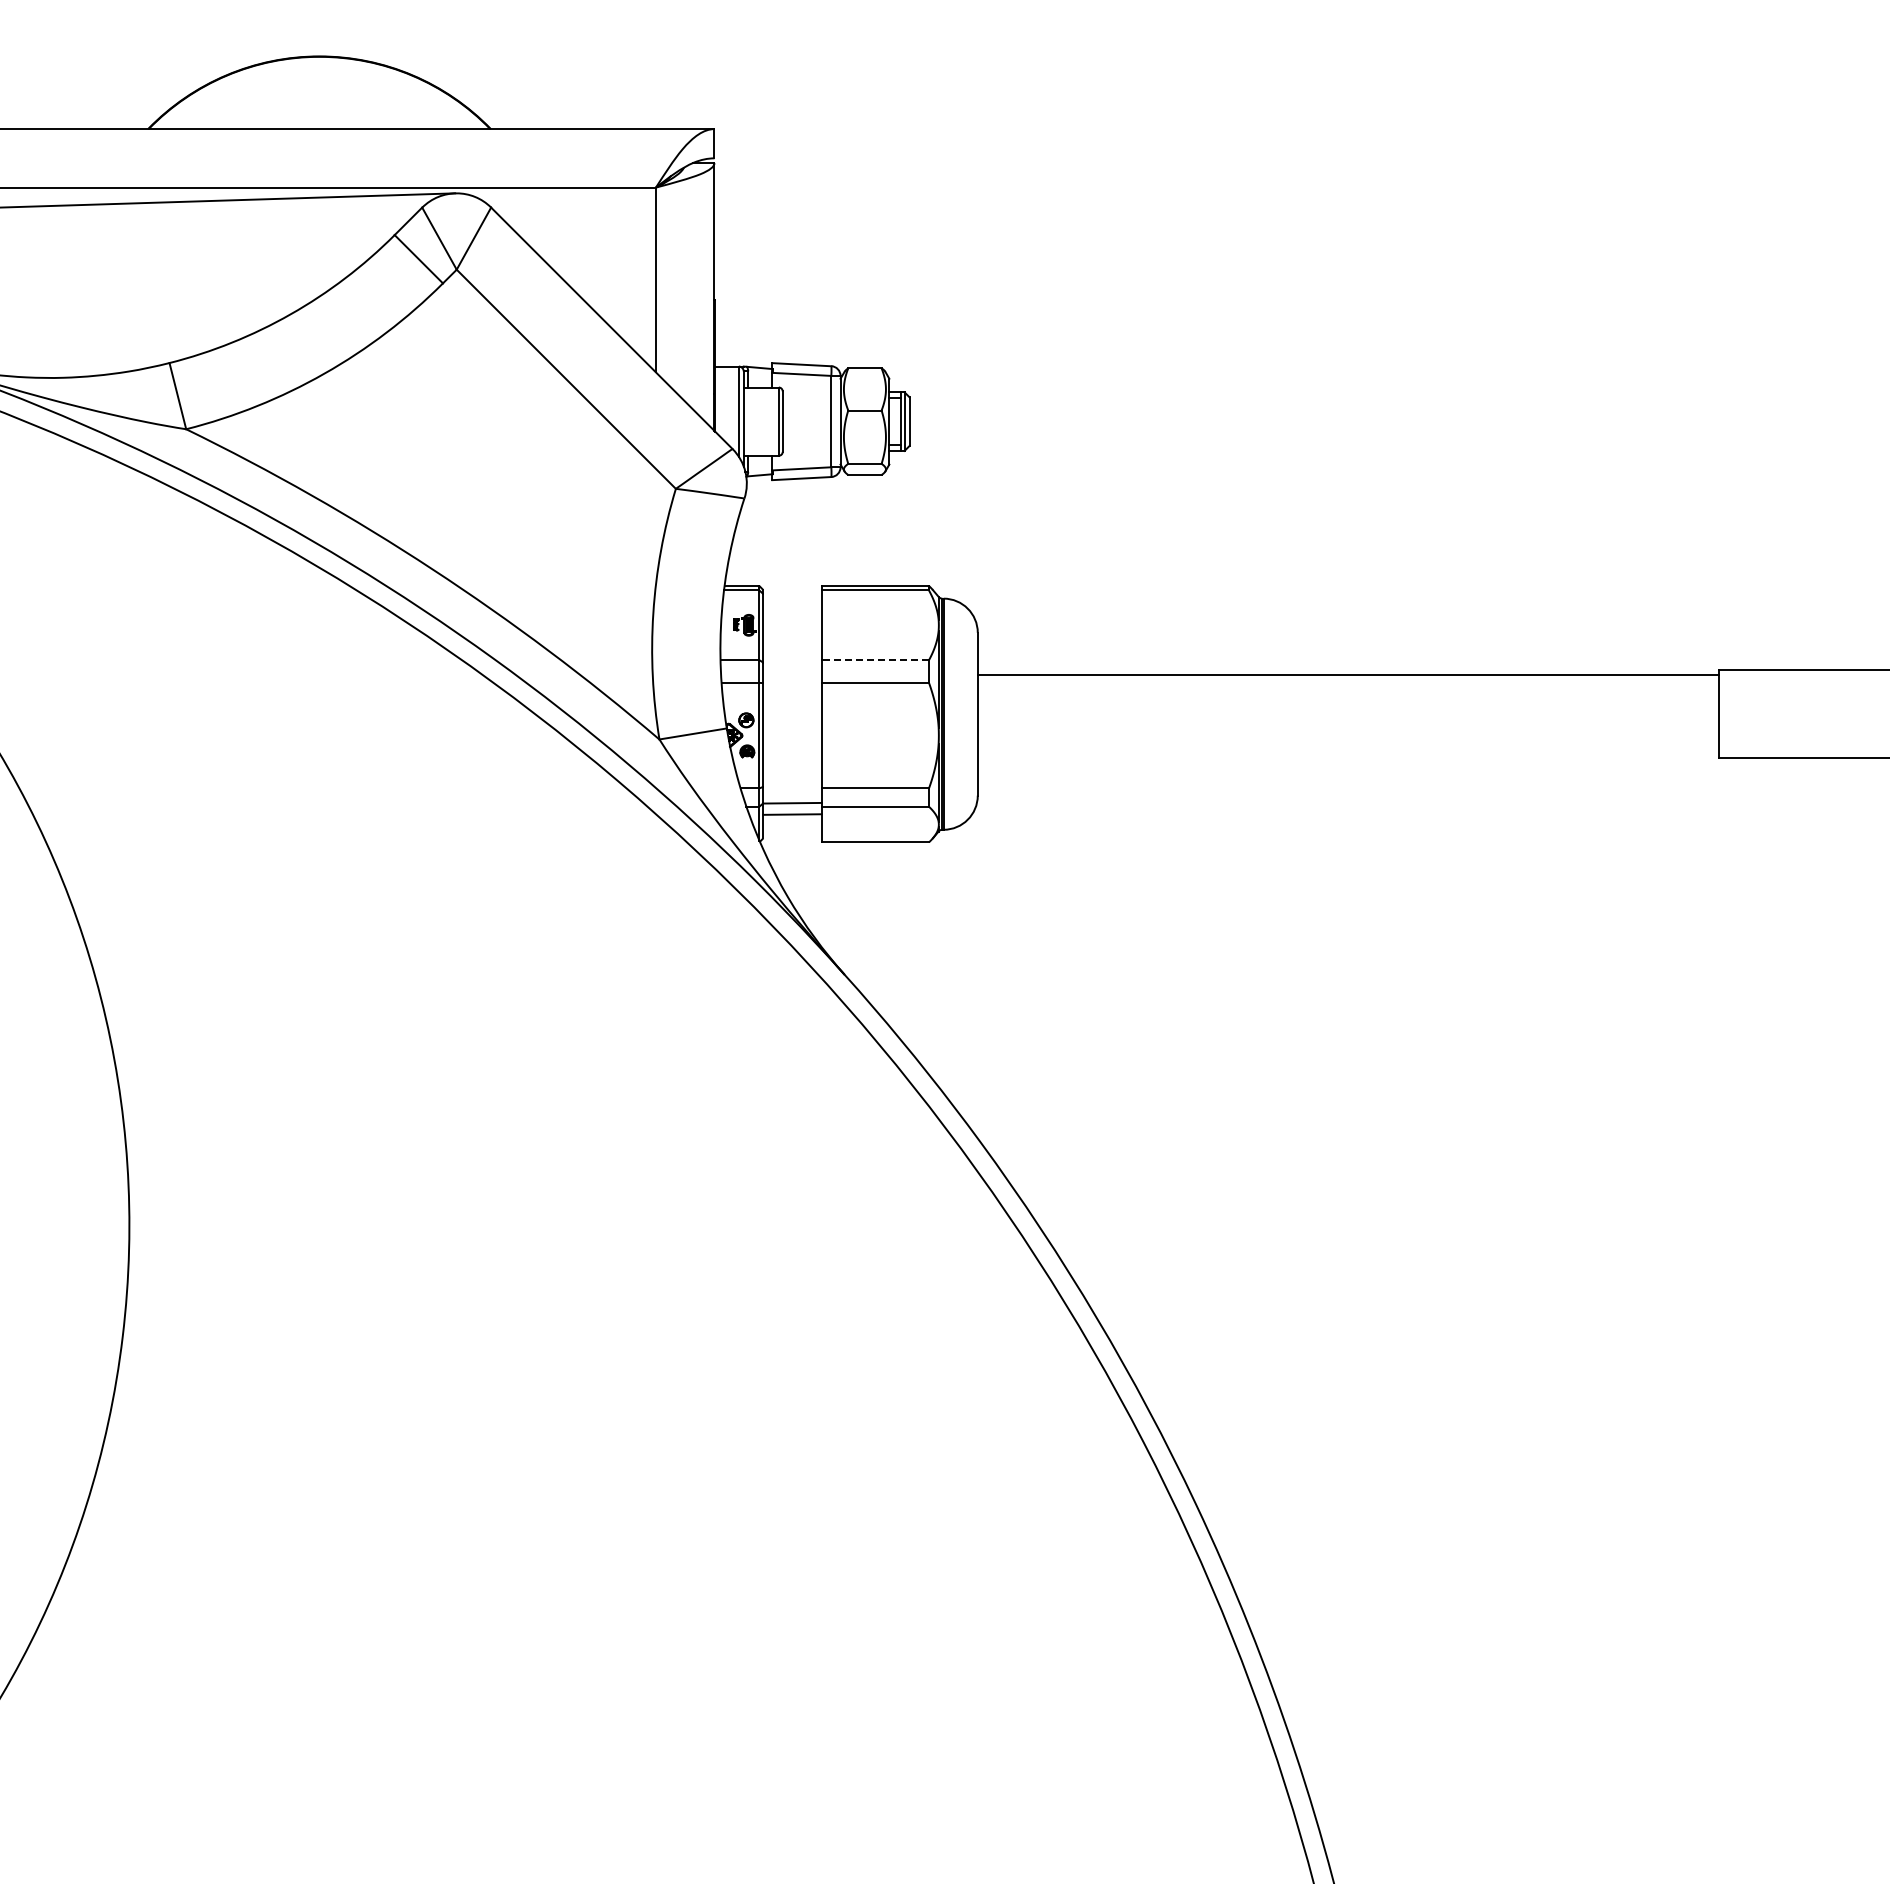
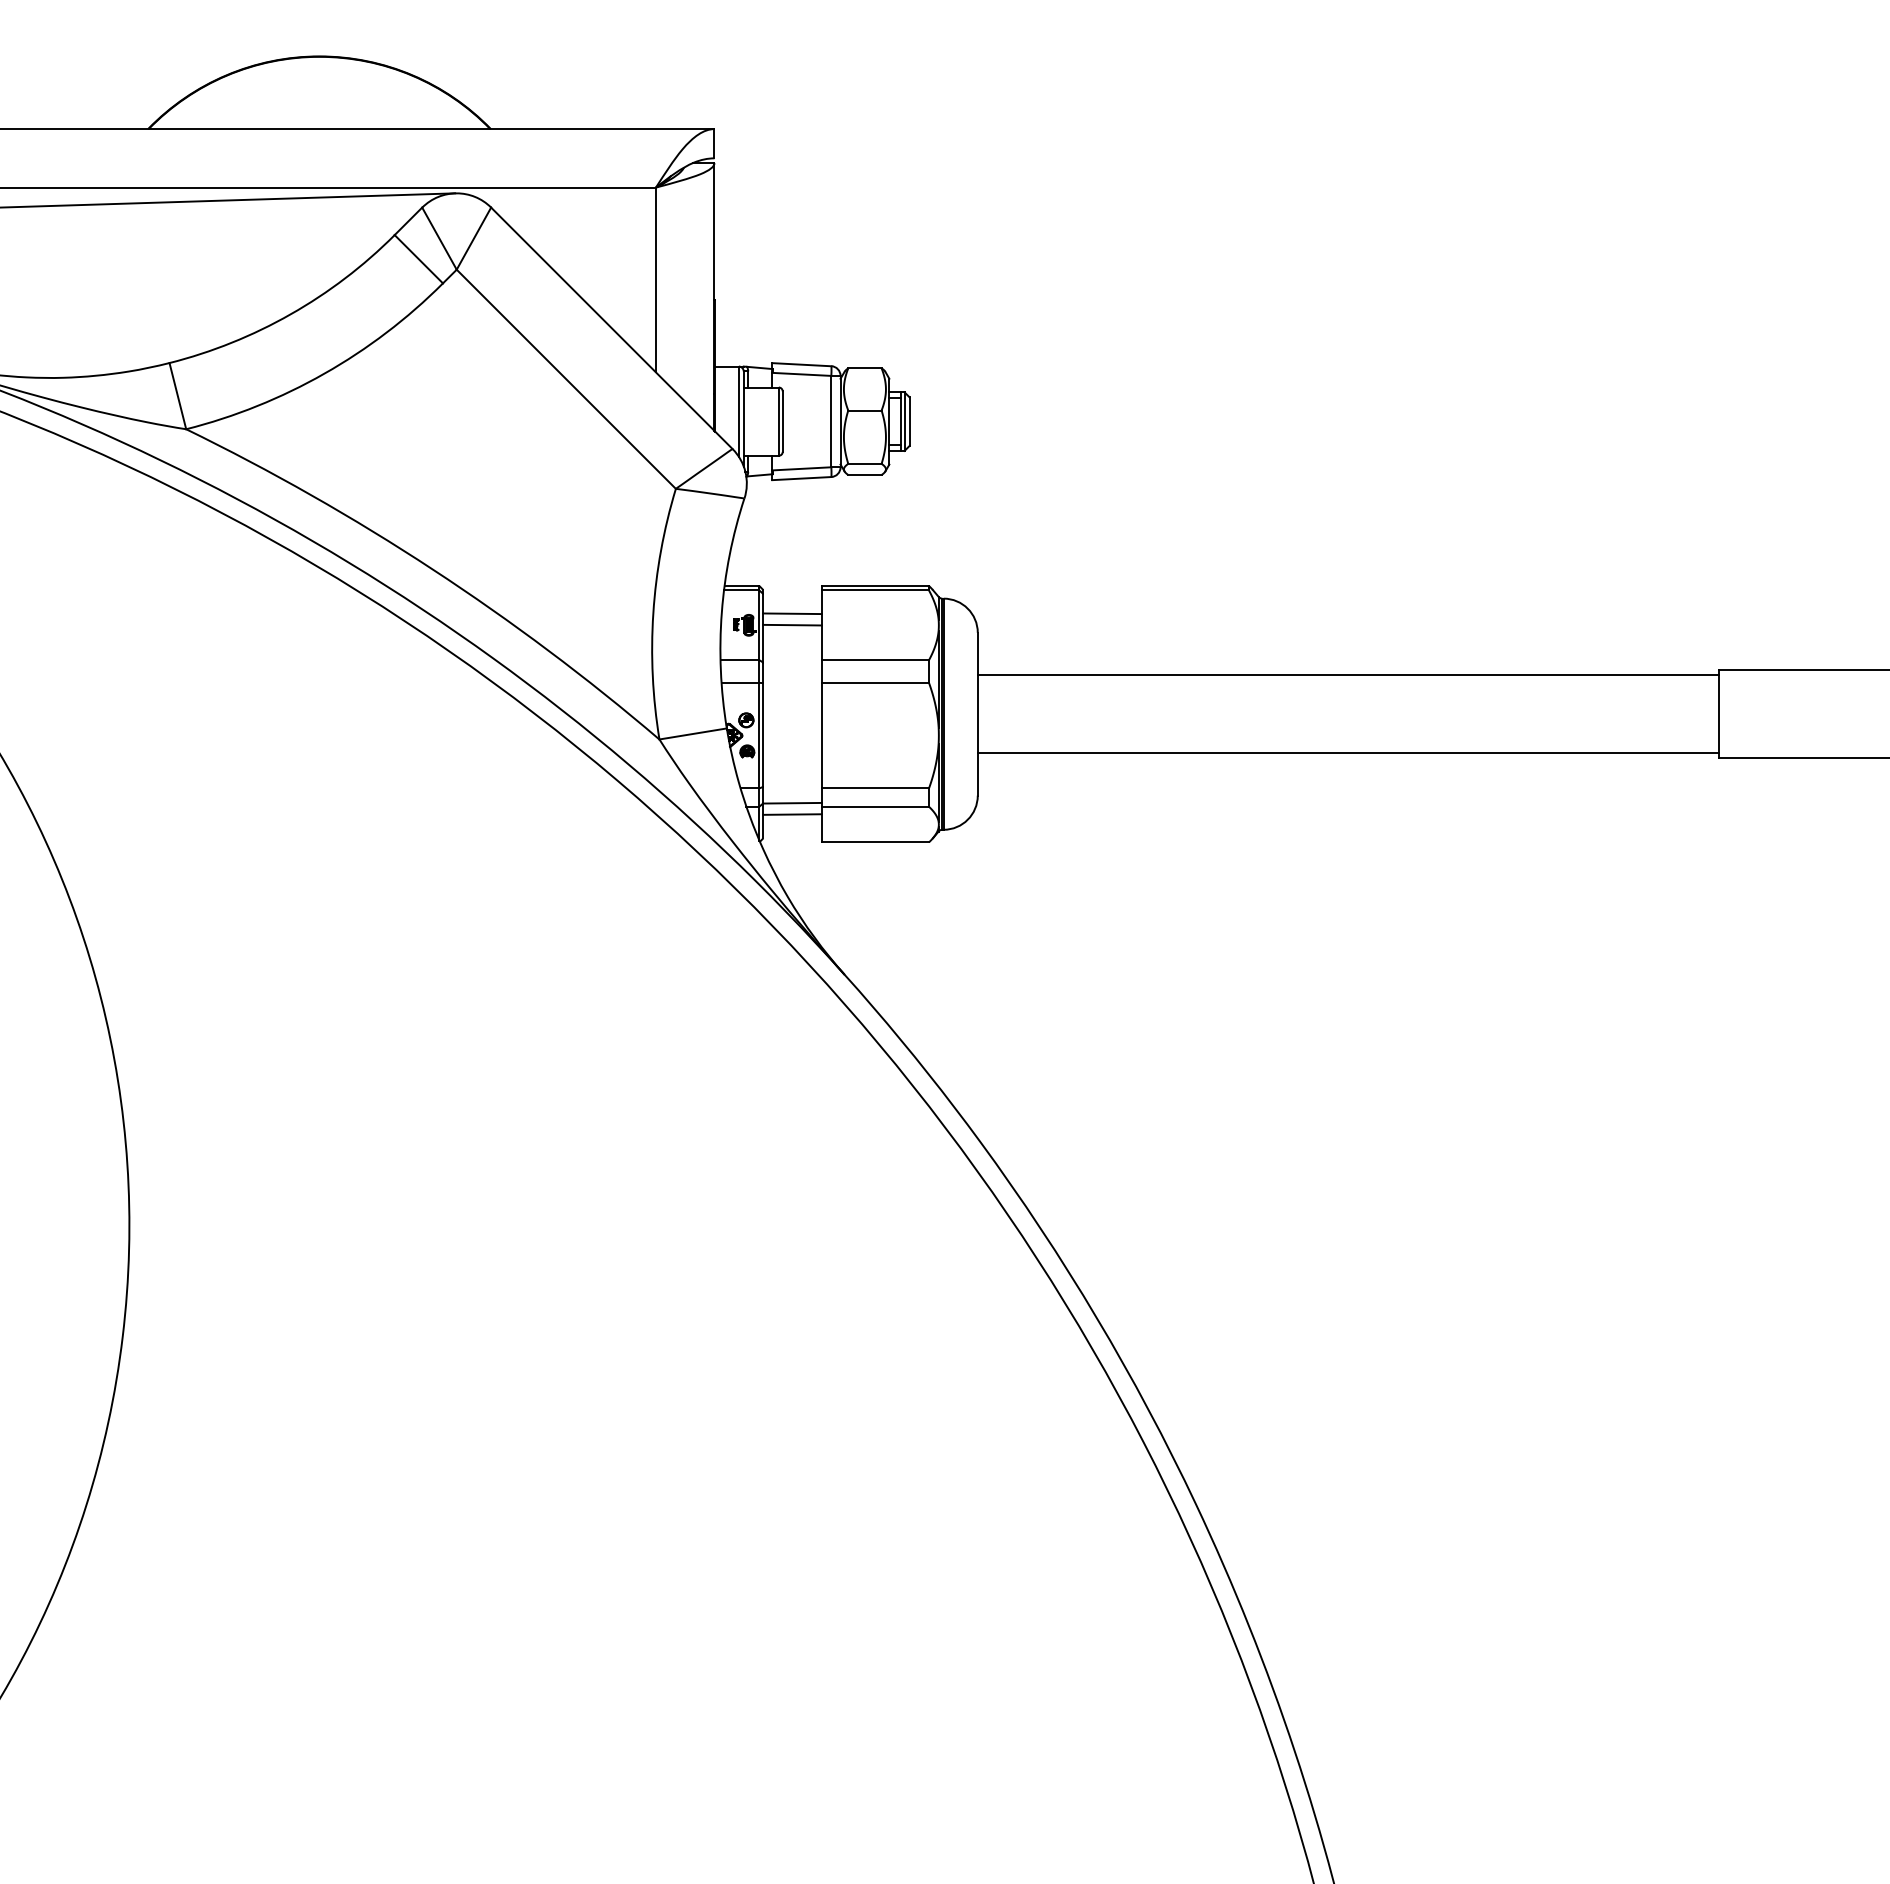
line at (792, 613): none -> present
line at (792, 624): none -> present
line at (875, 660): dashed -> solid
line at (1347, 753): none -> present
